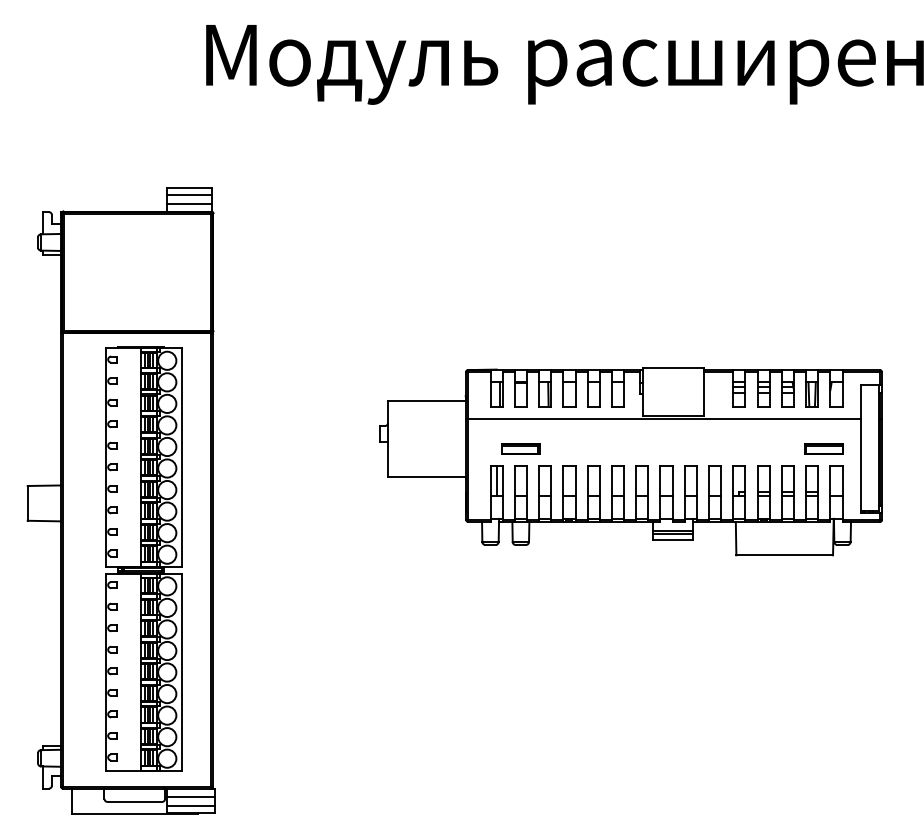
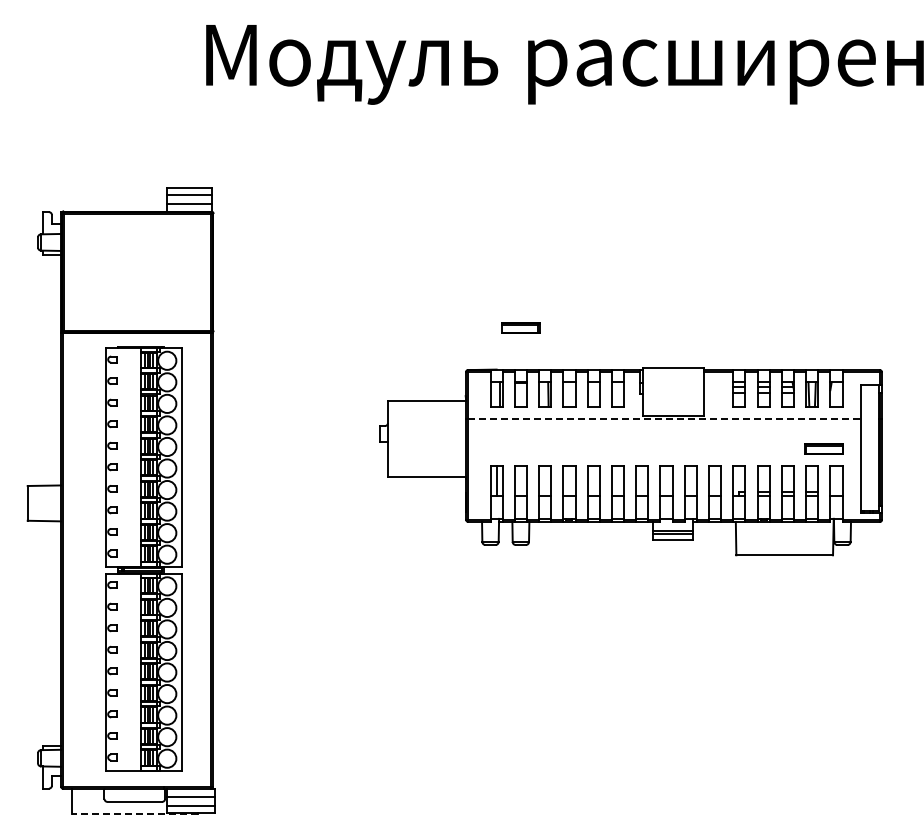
line at (664, 418): solid -> dashed
part at (520, 448) position: (520, 448) -> (520, 327)
line at (134, 814): solid -> dashed
